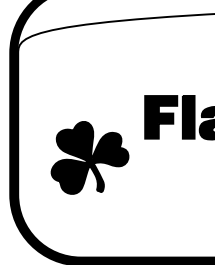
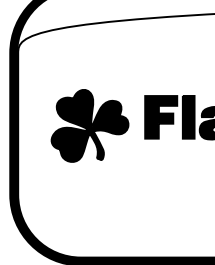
part at (89, 157) position: (89, 157) -> (89, 125)
